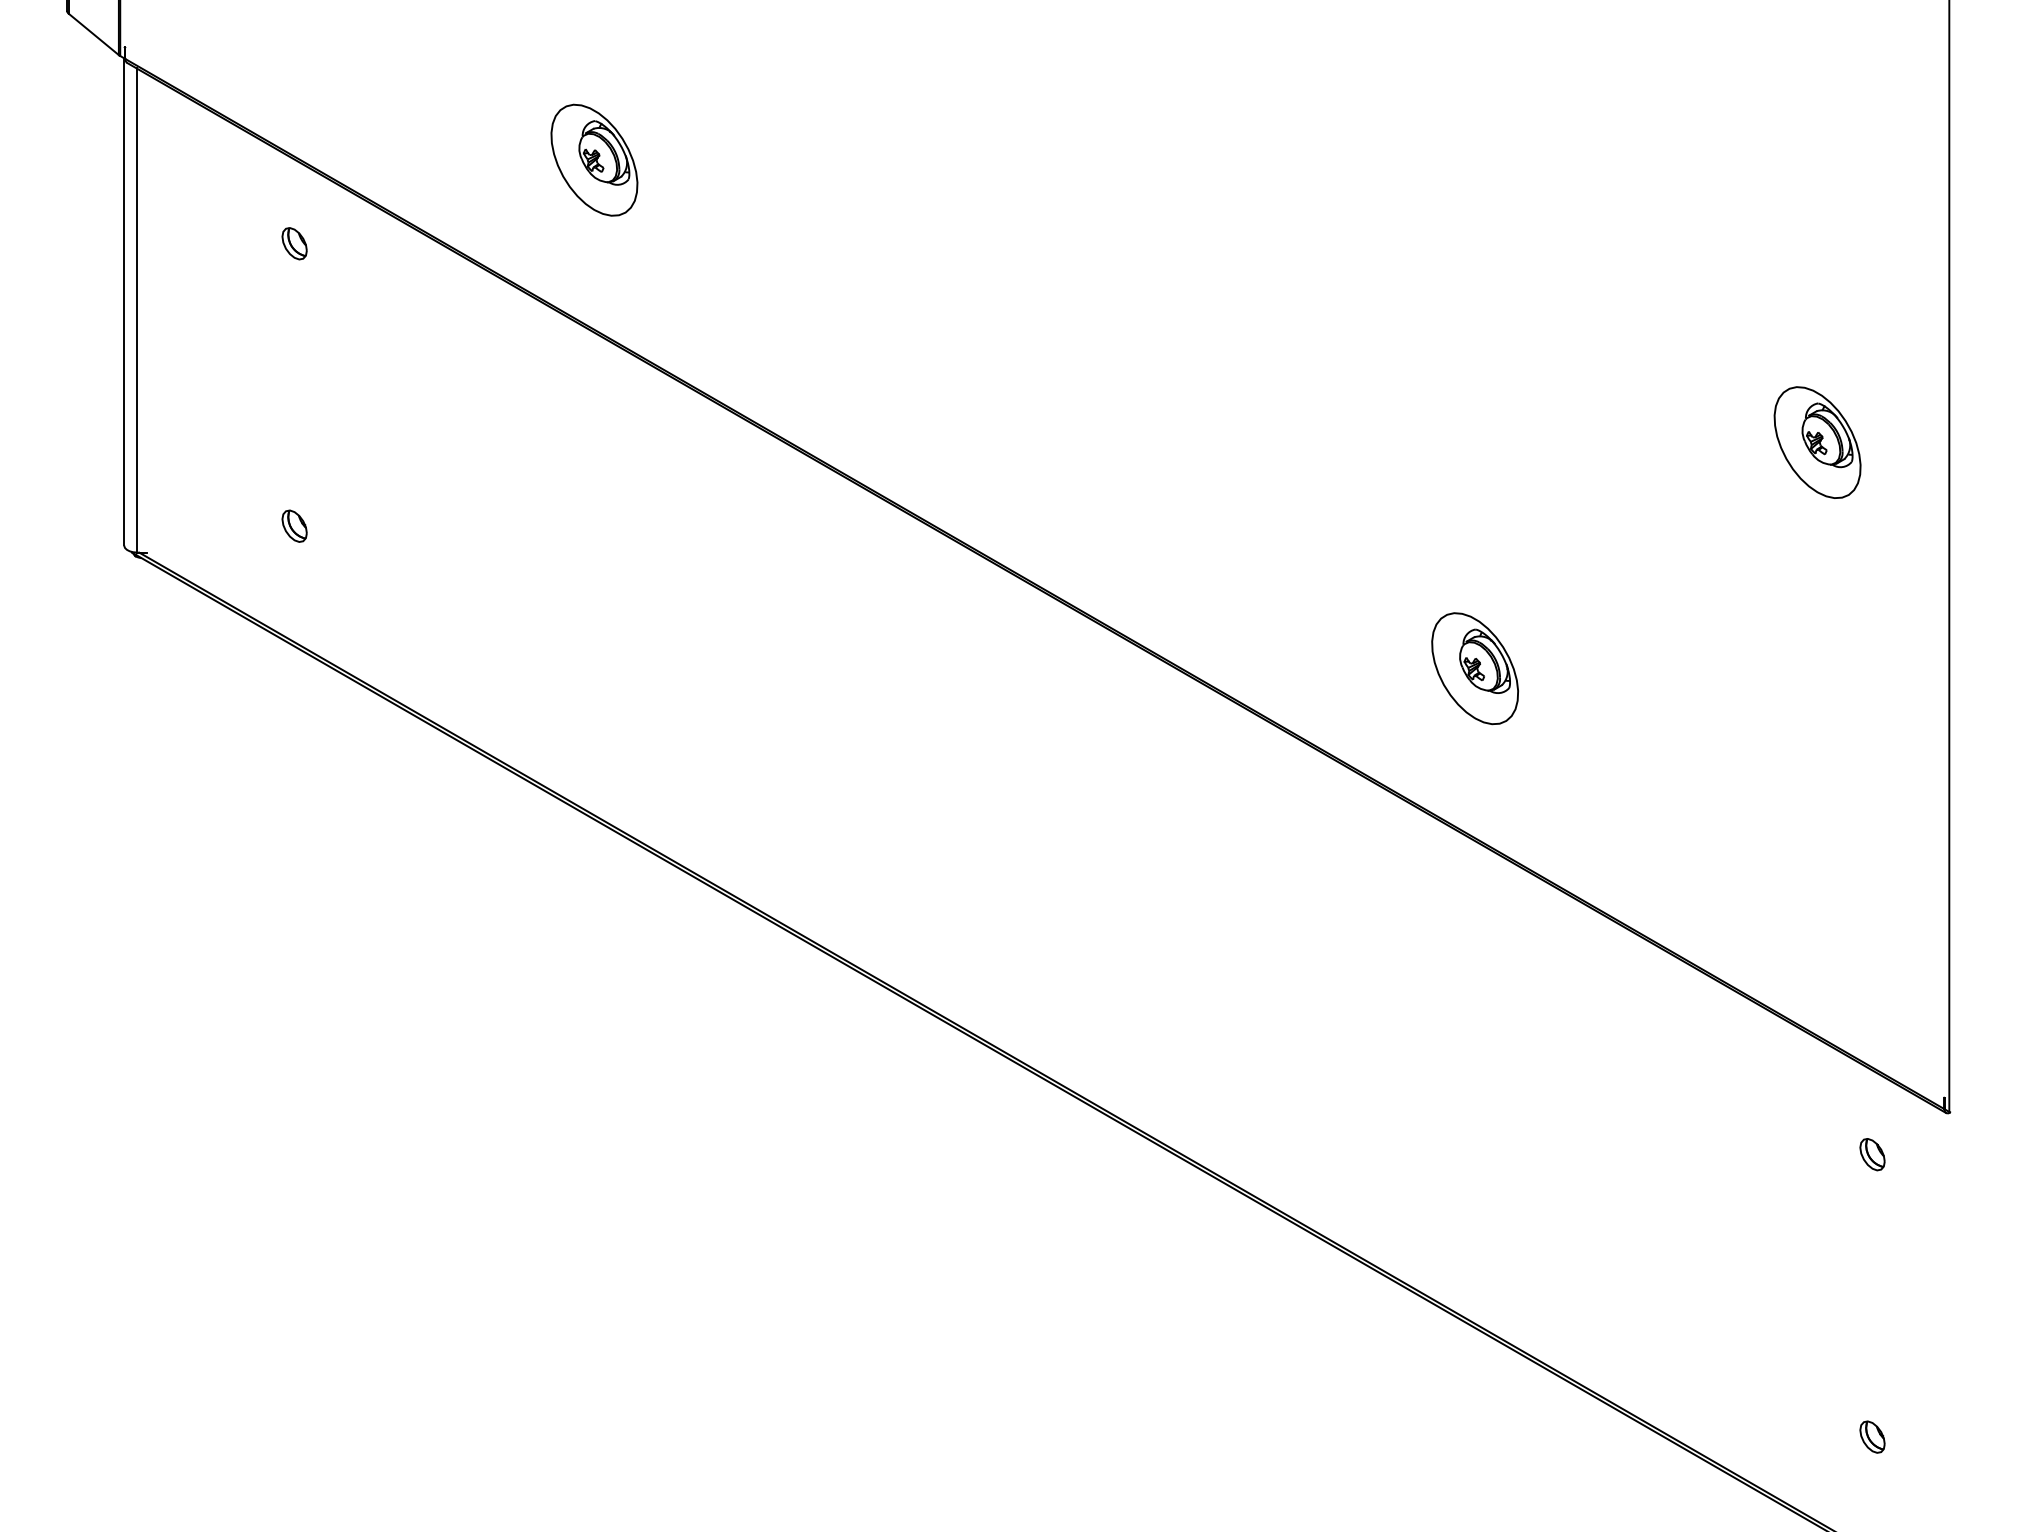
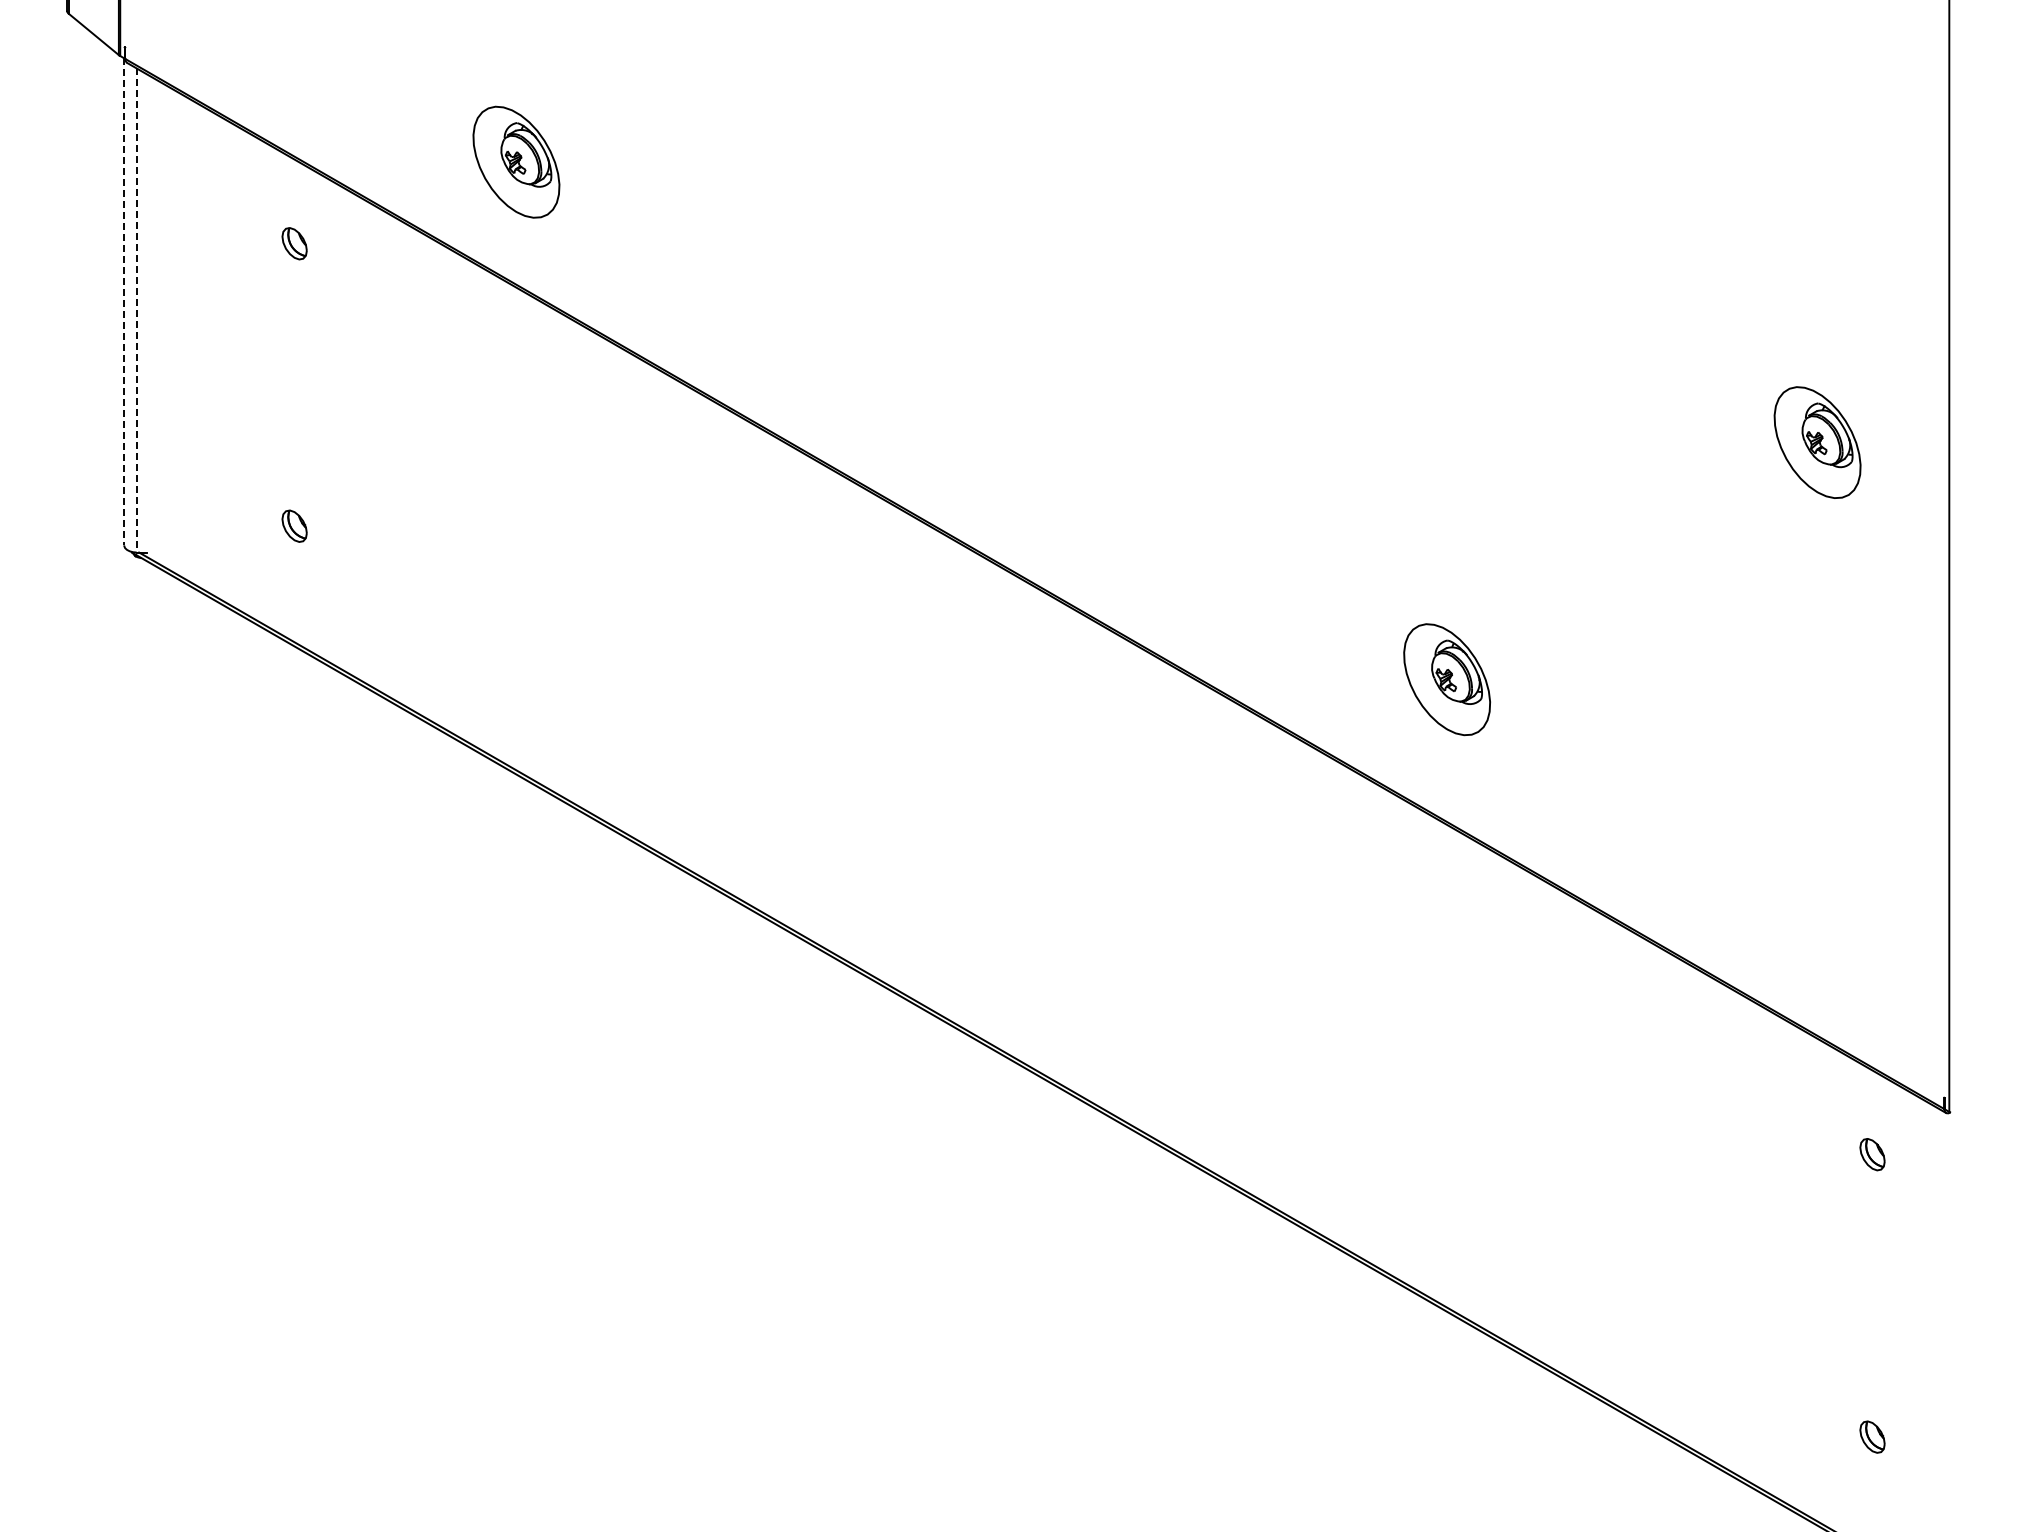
part at (594, 159) position: (594, 159) -> (516, 161)
line at (124, 301): solid -> dashed
line at (136, 310): solid -> dashed
part at (1474, 668) position: (1474, 668) -> (1446, 679)
